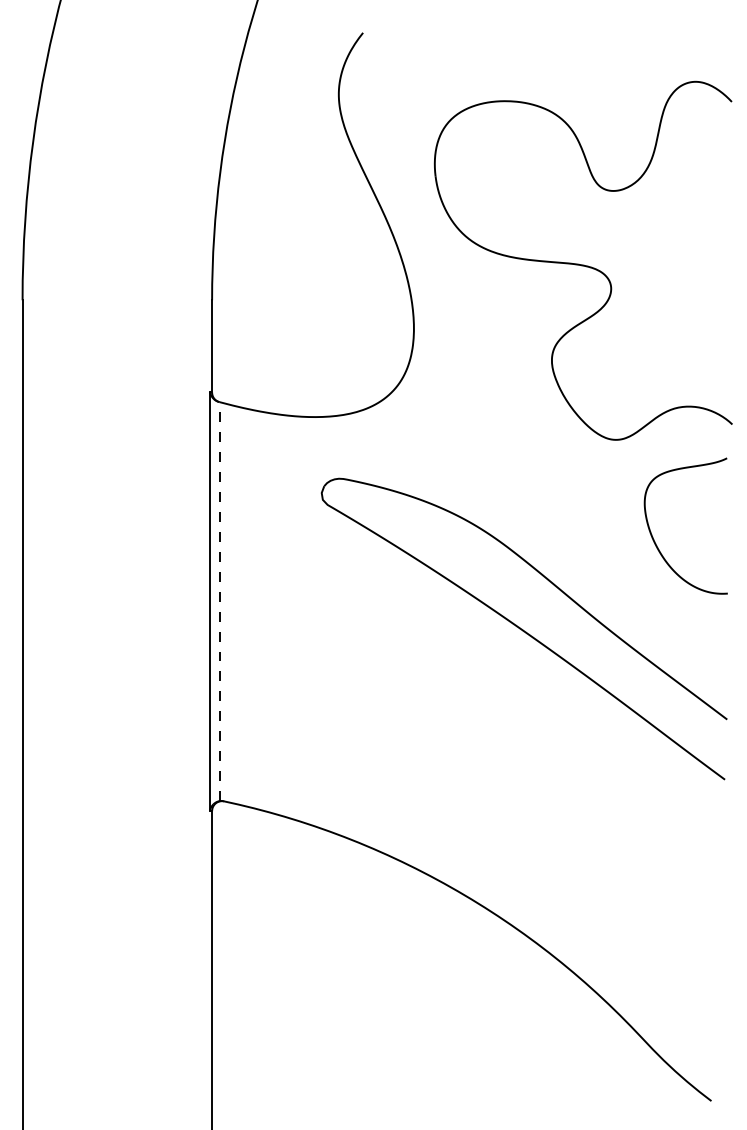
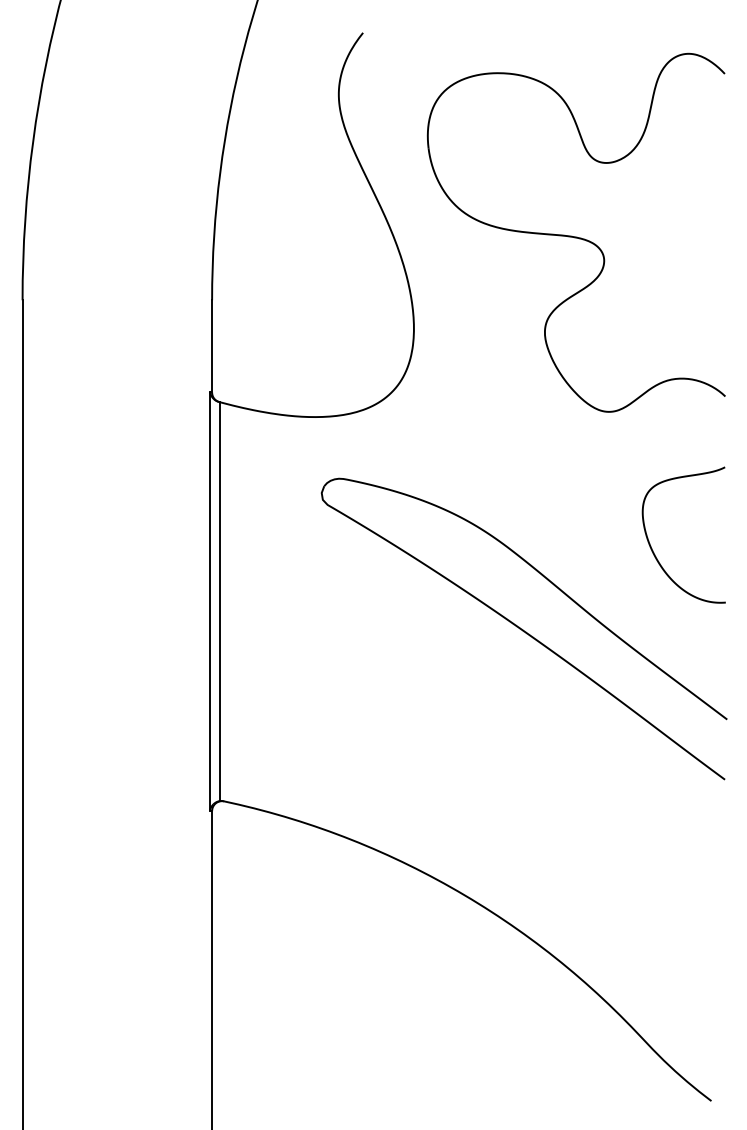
part at (582, 260) position: (582, 260) -> (575, 232)
curve at (655, 541) position: (655, 541) -> (653, 550)
line at (219, 601): dashed -> solid
